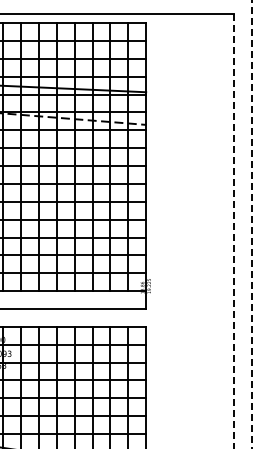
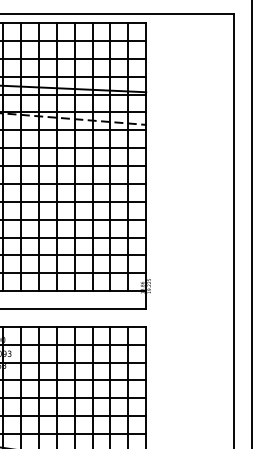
line at (252, 224): dashed -> solid
line at (234, 231): dashed -> solid
